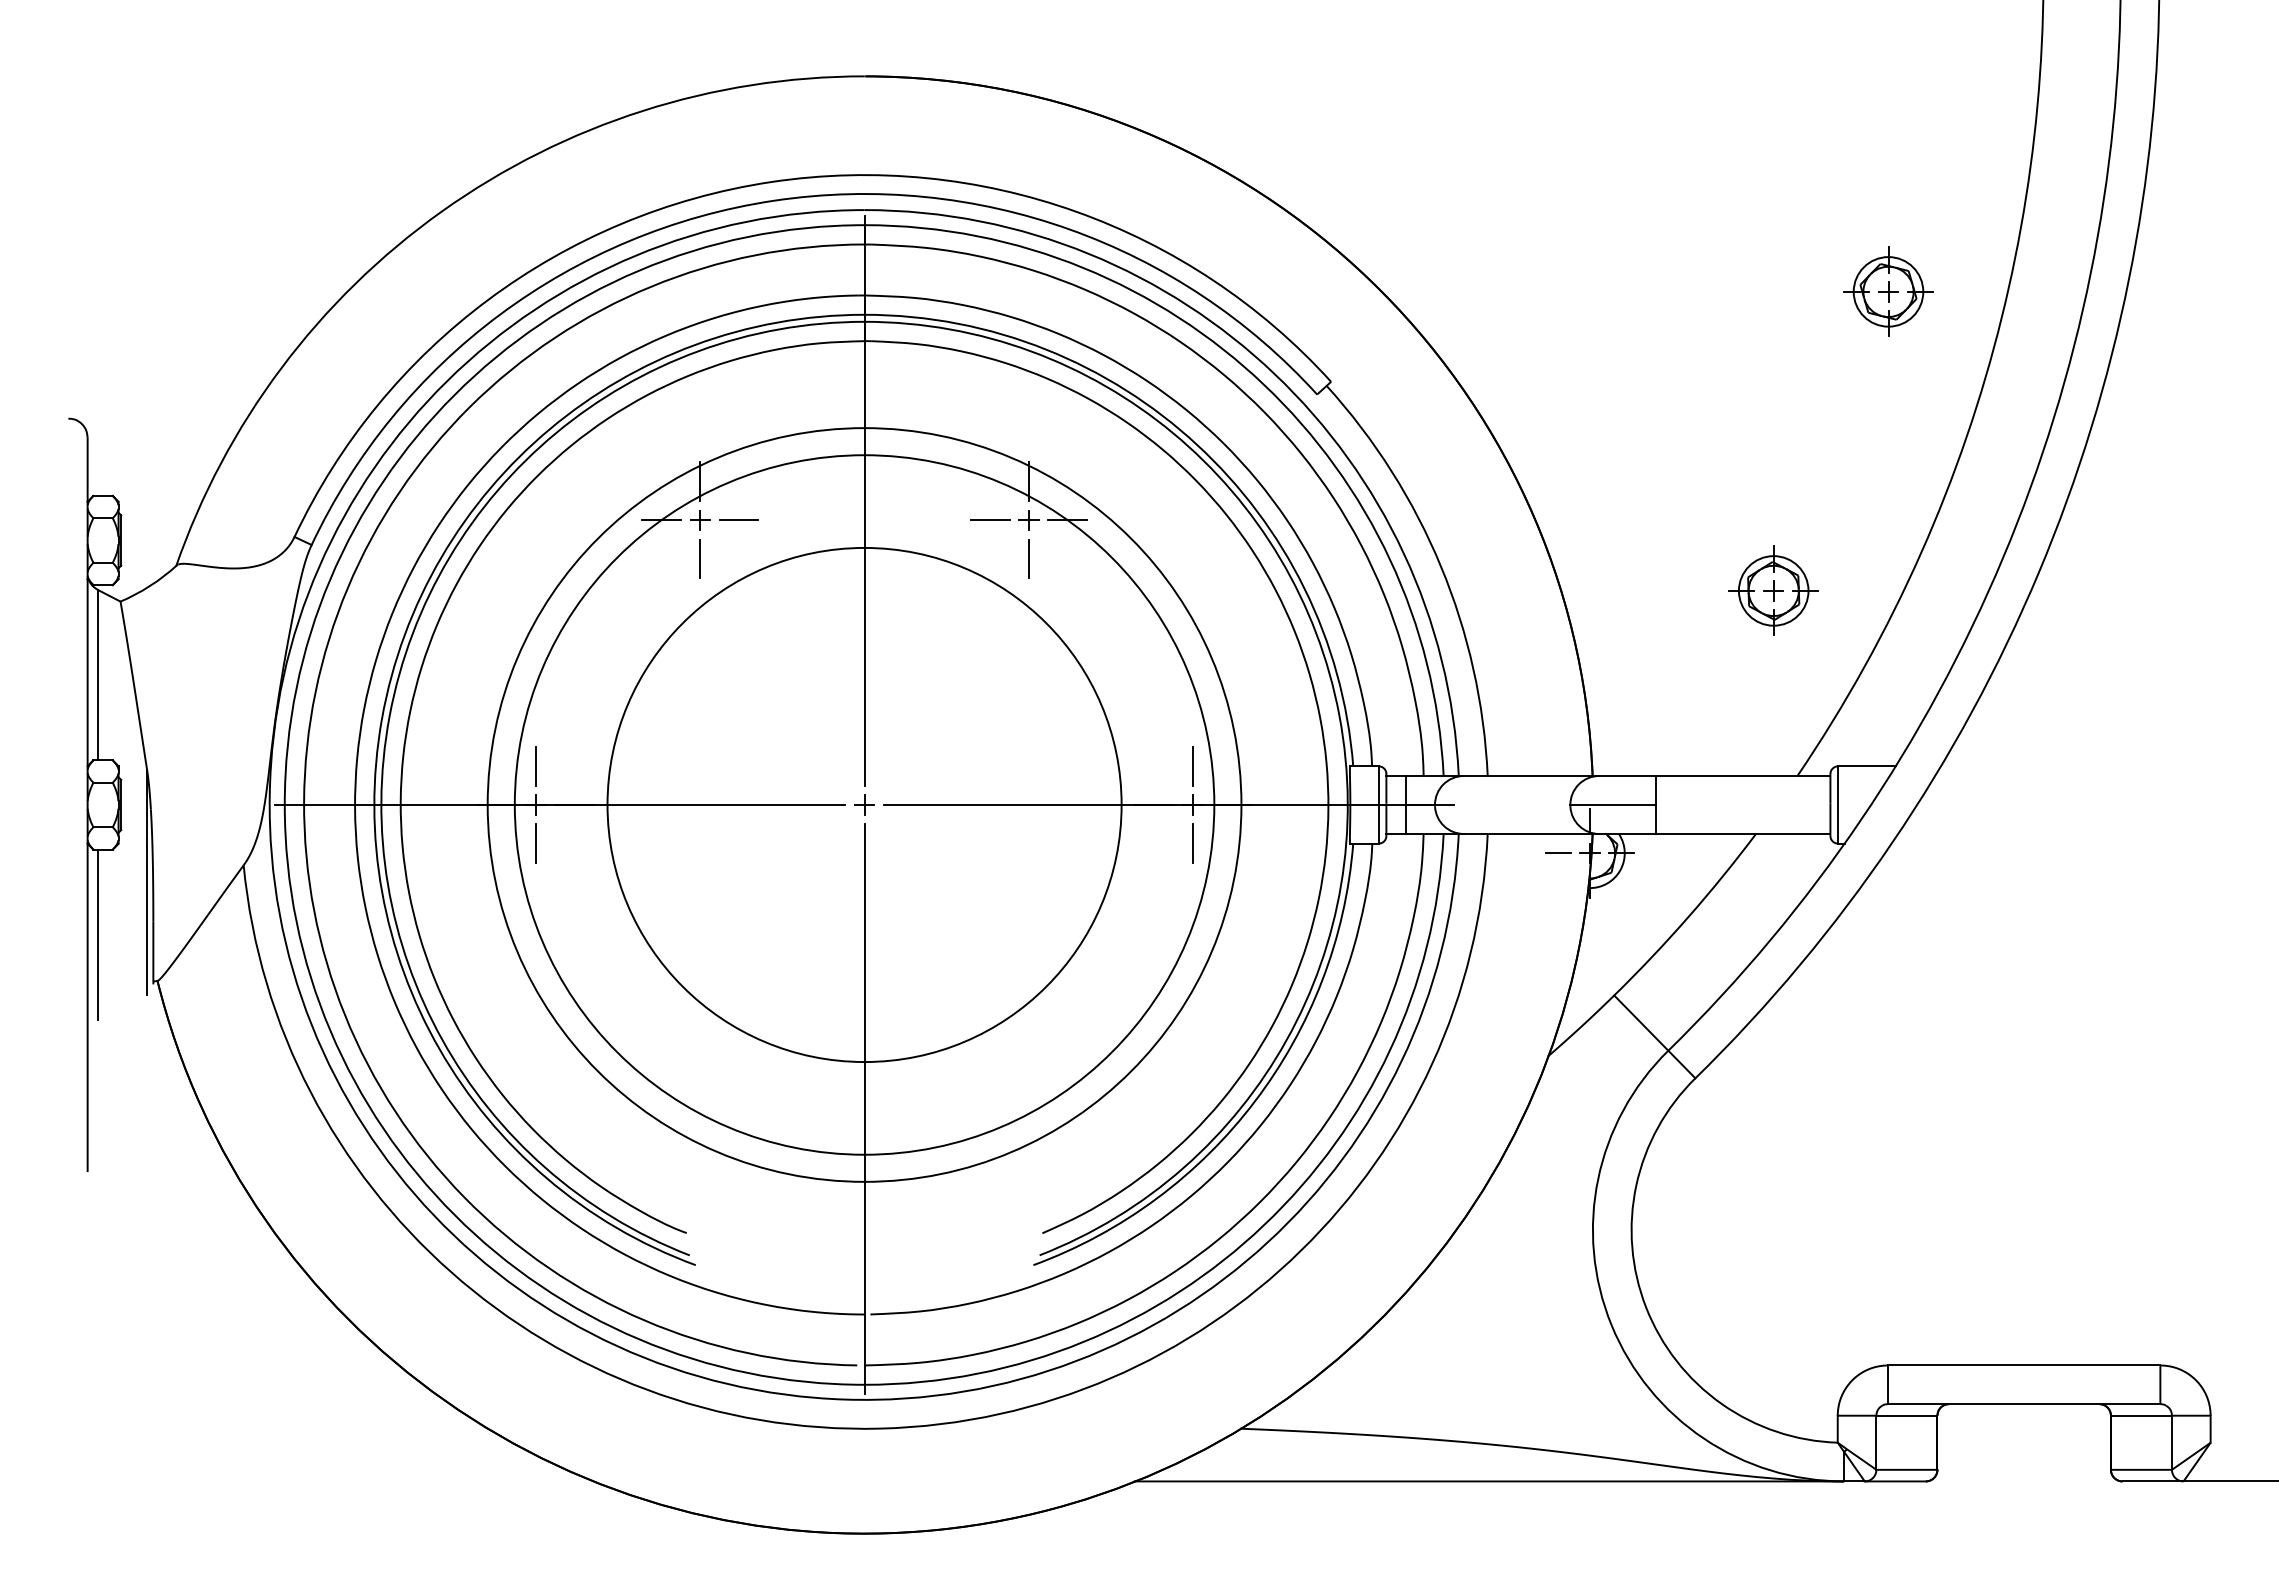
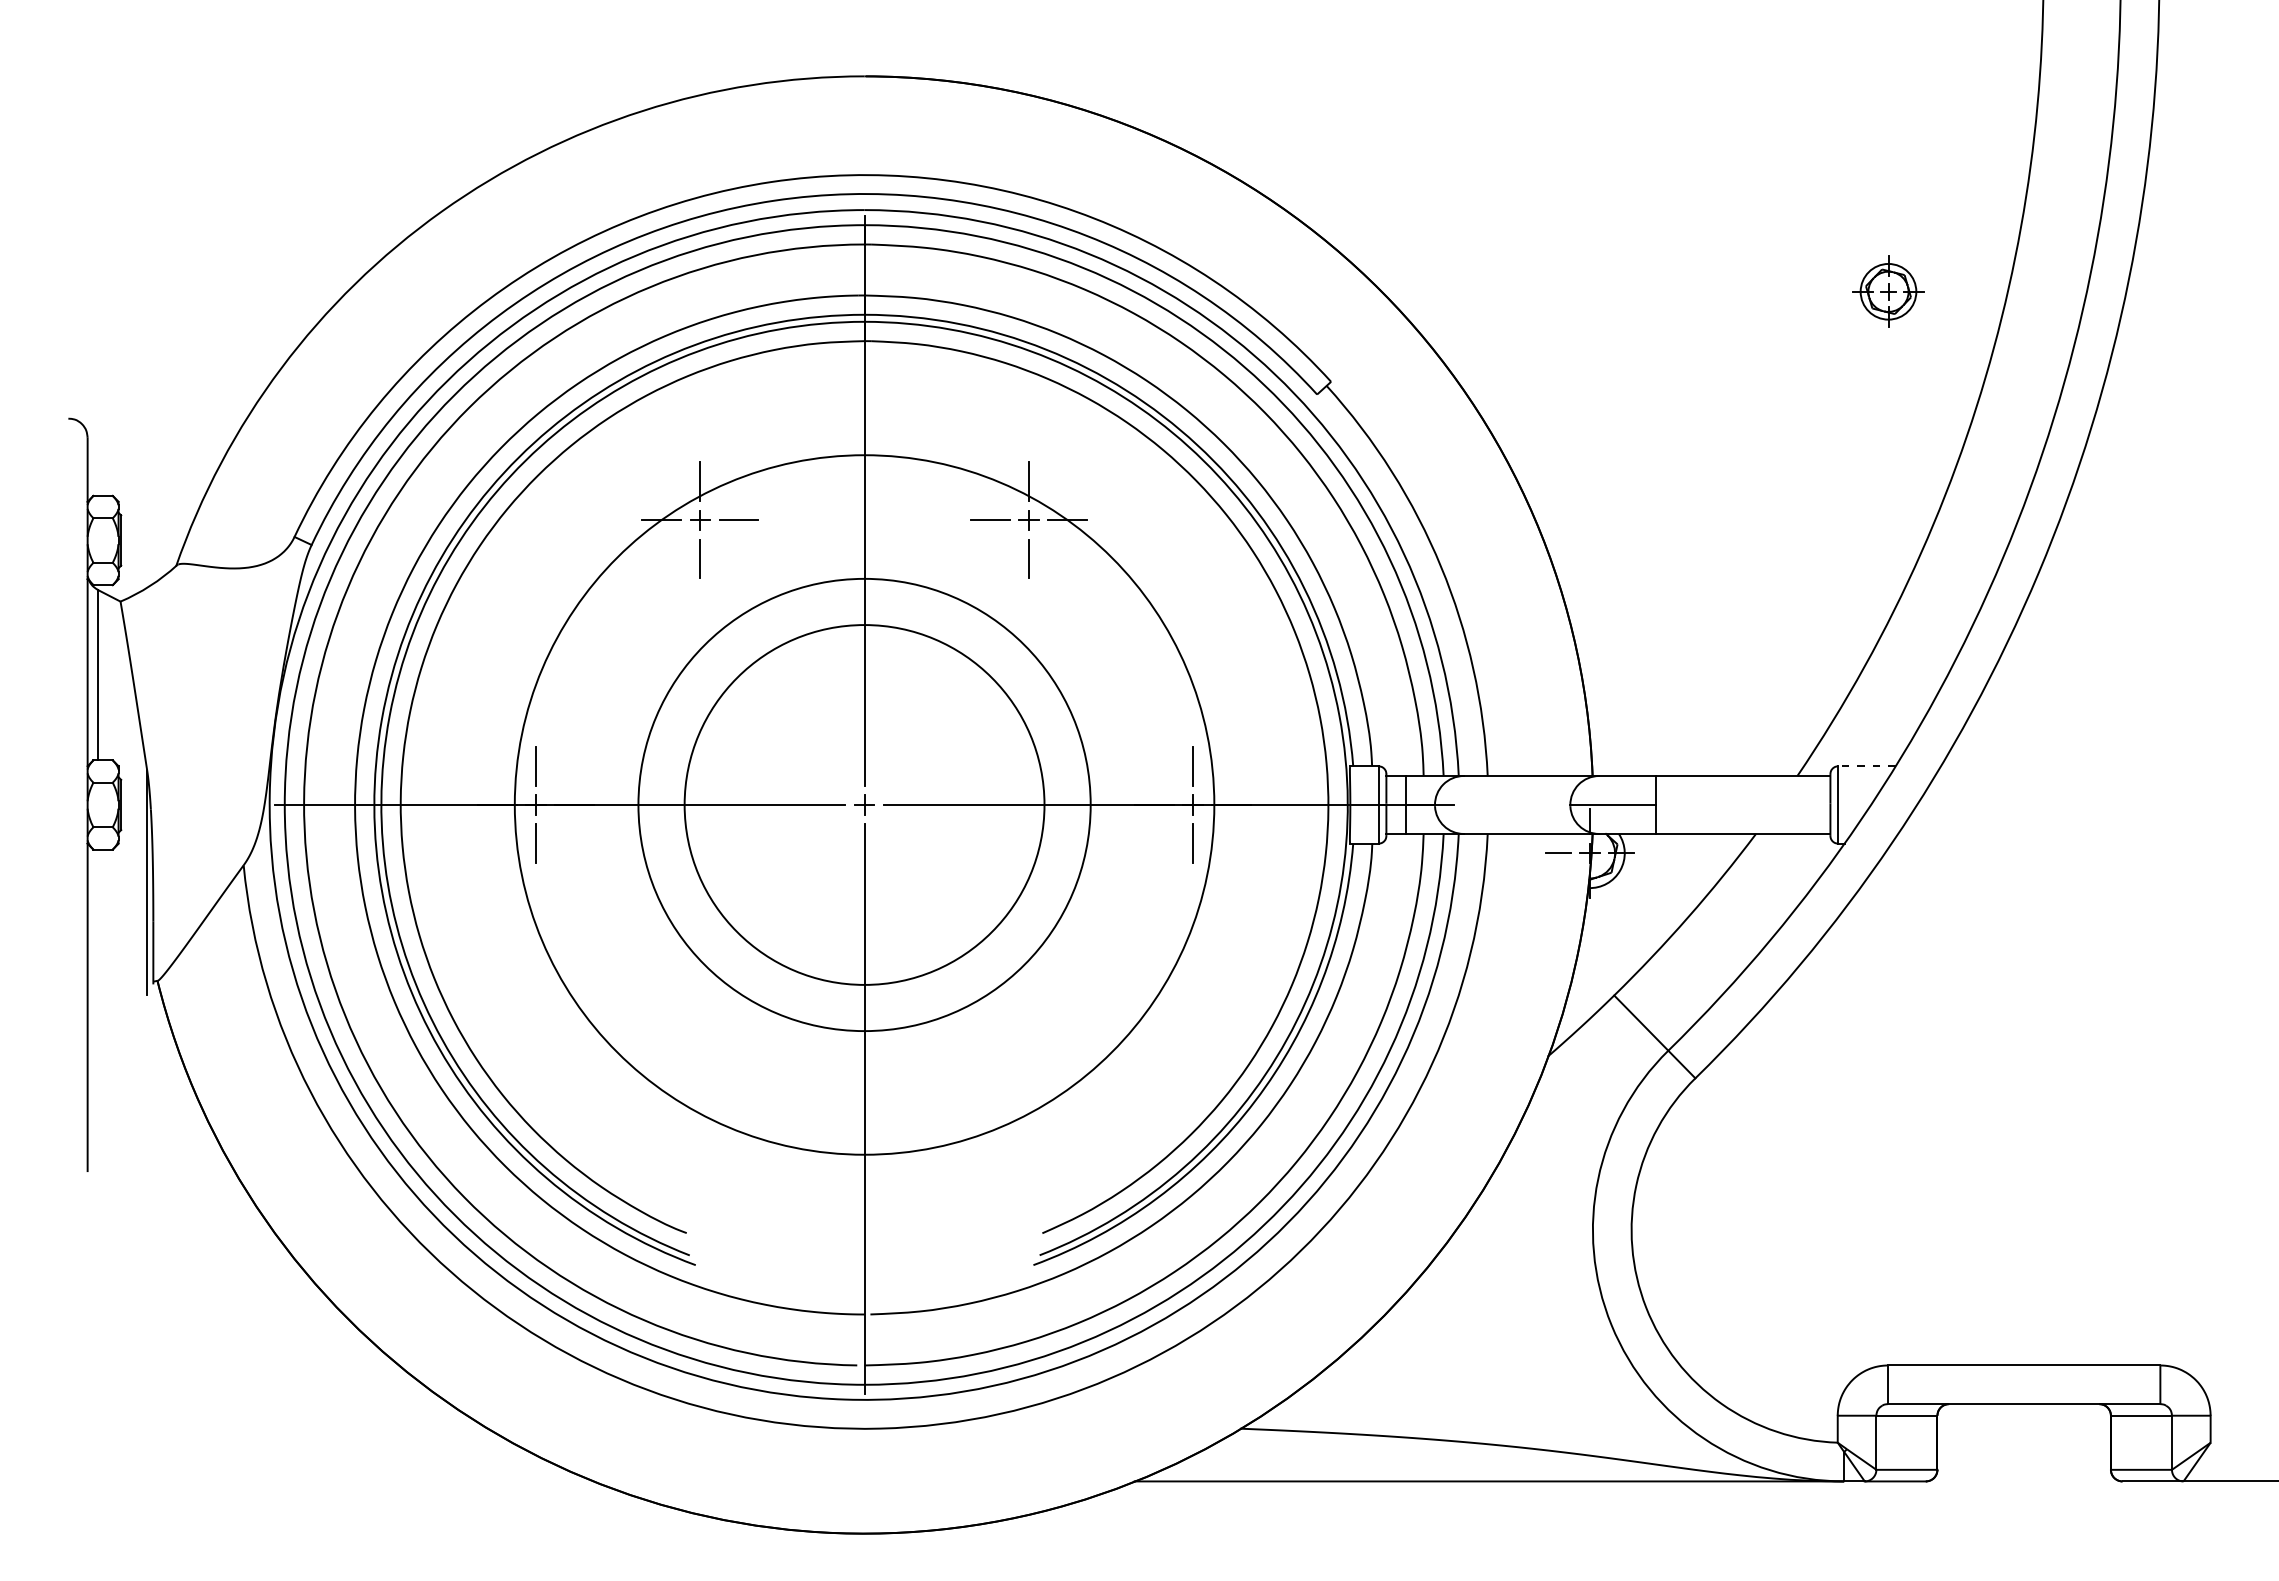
part at (1888, 291) size: 91x91 px -> 73x73 px
part at (1773, 590): present -> none
line at (1866, 766): solid -> dashed
circle at (864, 804) diameter: 514 px -> 360 px
circle at (864, 804) diameter: 754 px -> 452 px
line at (98, 934): present -> none
